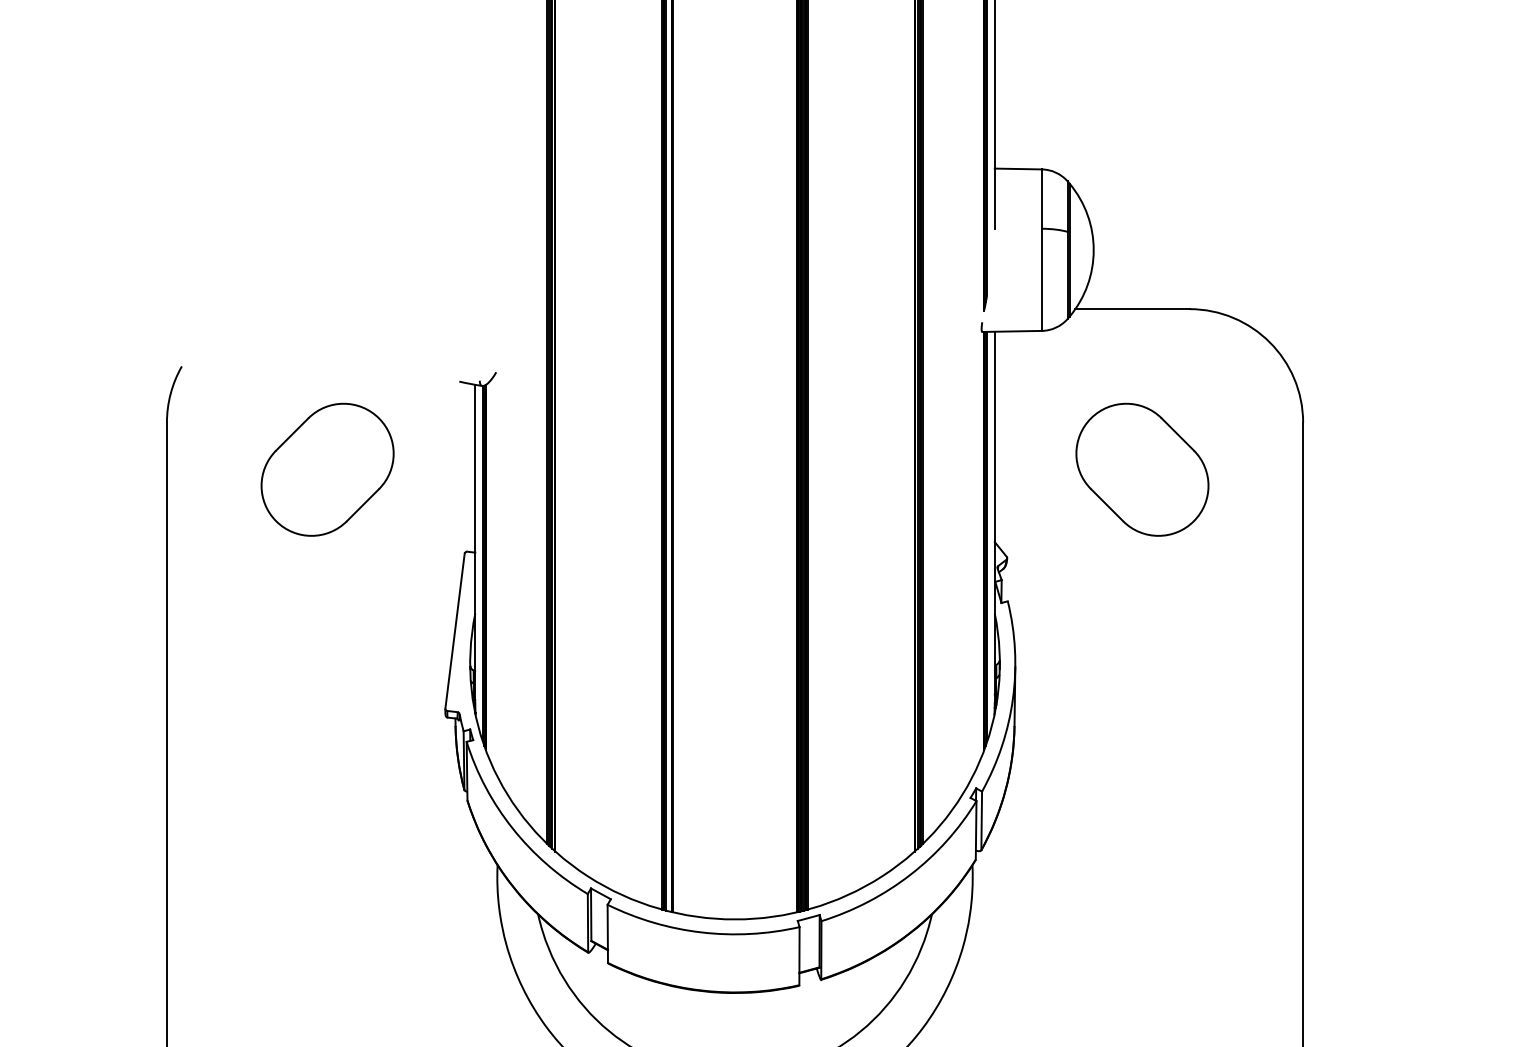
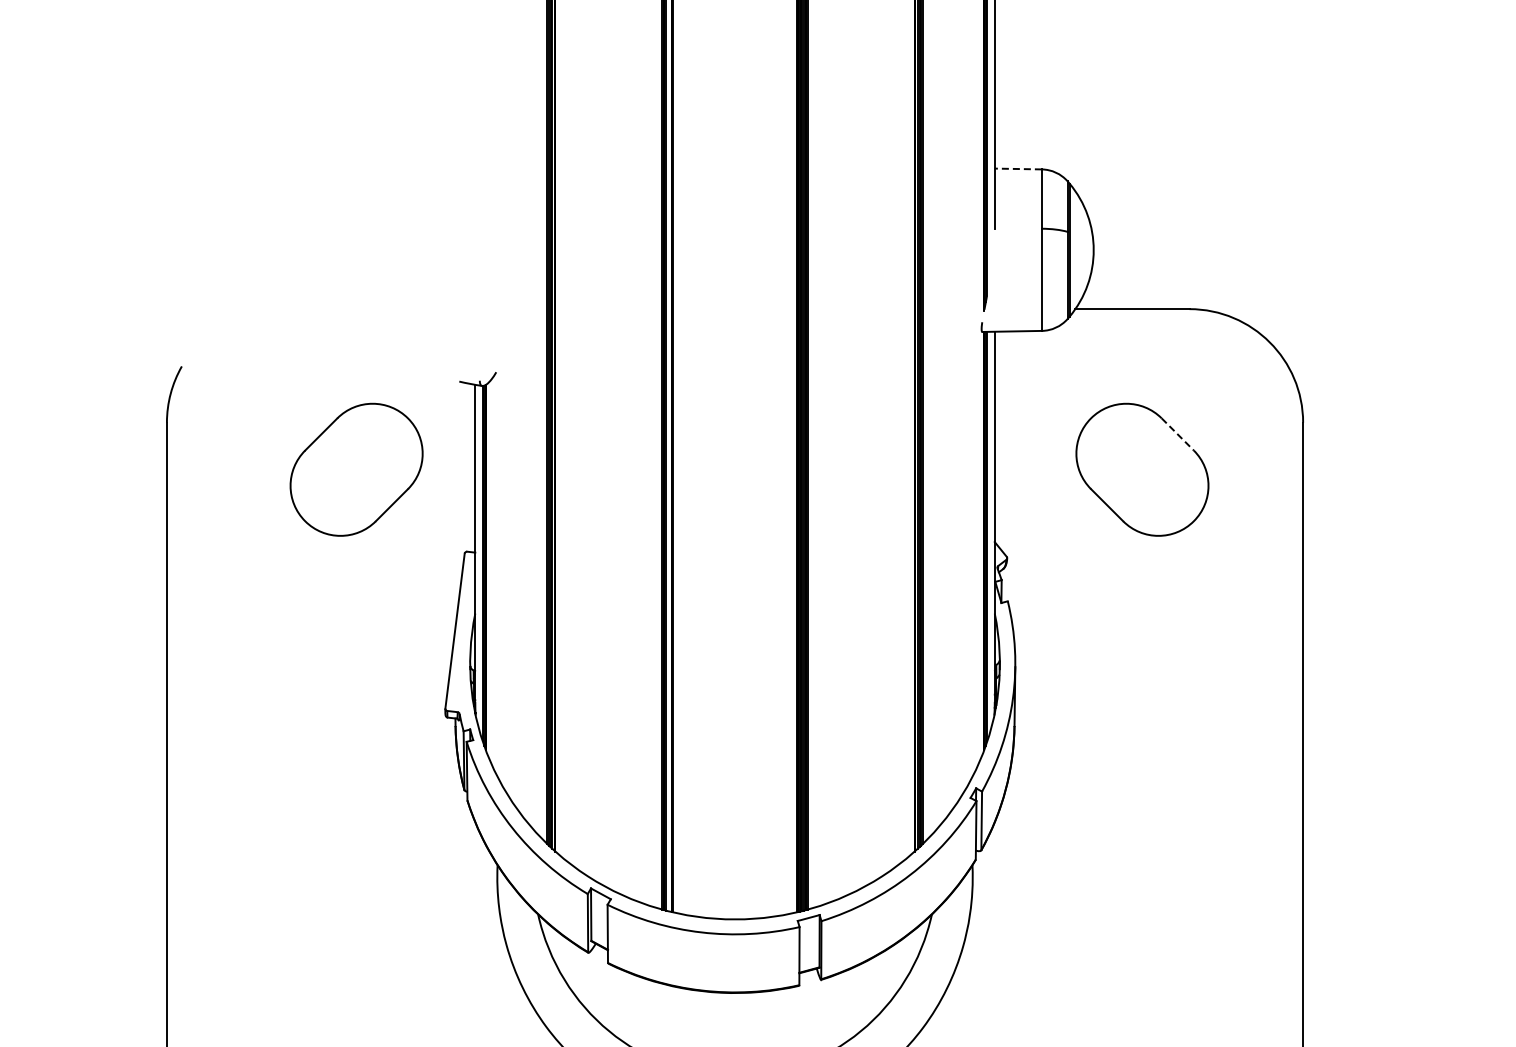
line at (1018, 169): solid -> dashed
line at (1177, 434): solid -> dashed
part at (327, 469) position: (327, 469) -> (356, 469)
